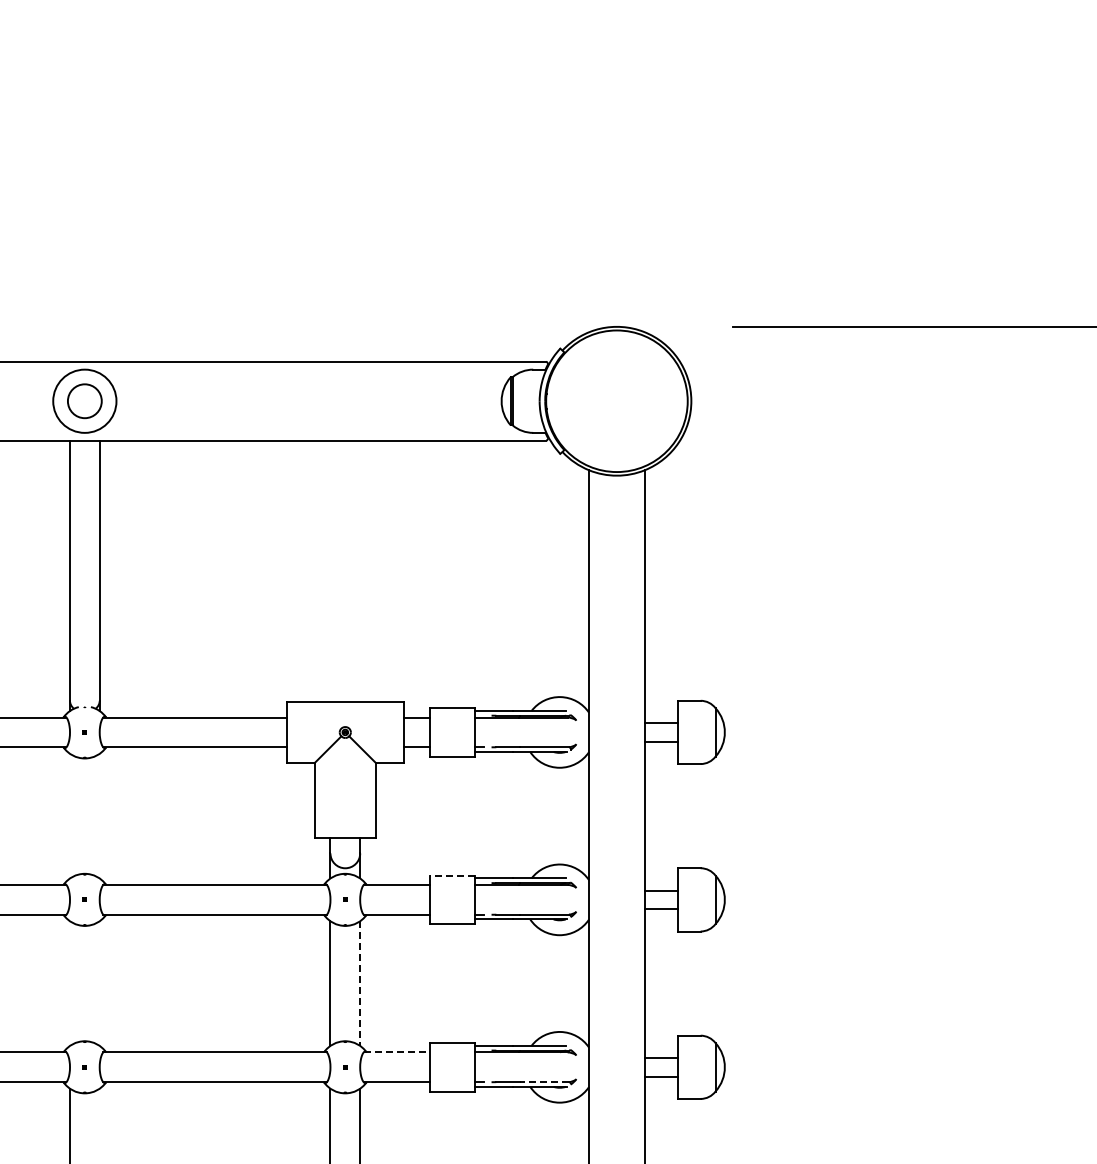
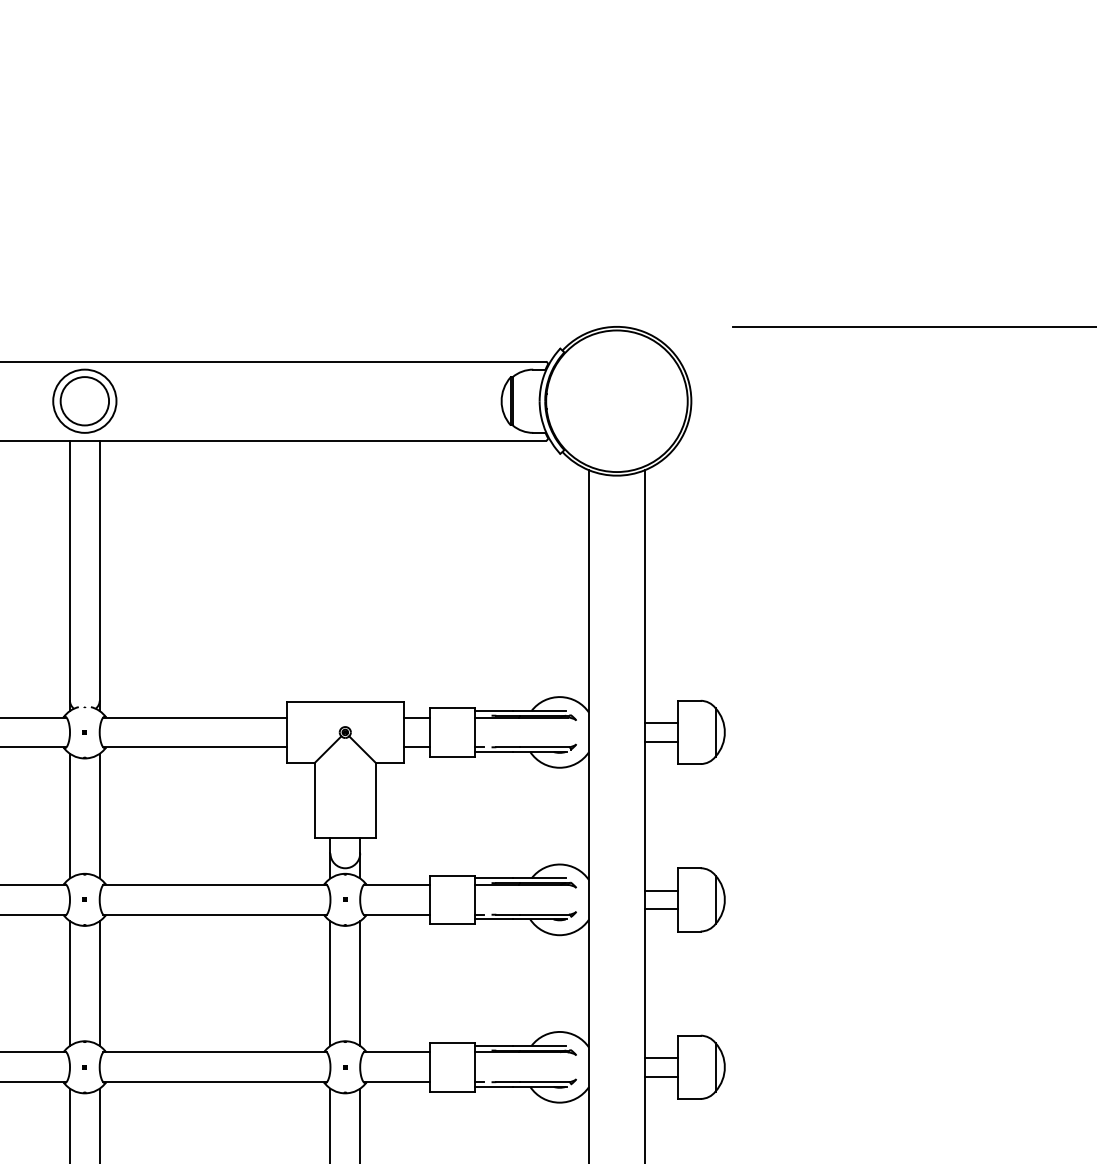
circle at (84, 401) diameter: 34 px -> 48 px
line at (69, 815): none -> present
line at (99, 815): none -> present
line at (451, 875): dashed -> solid
line at (69, 983): none -> present
line at (99, 983): none -> present
line at (360, 984): dashed -> solid
line at (397, 1052): dashed -> solid
line at (544, 1082): dashed -> solid
line at (99, 1124): none -> present
